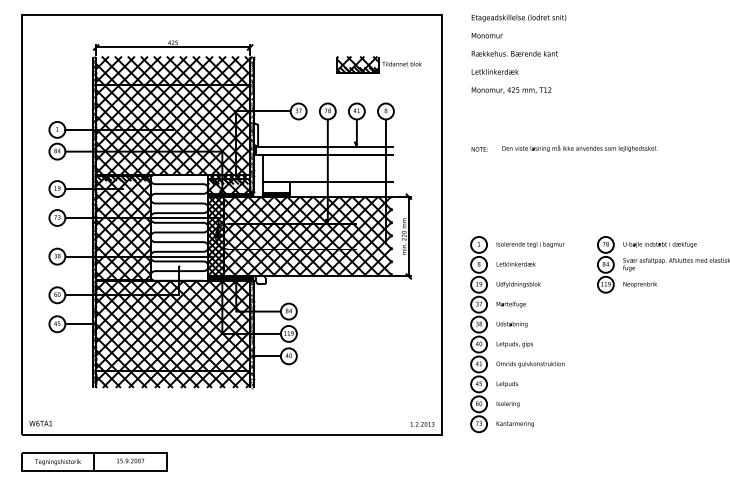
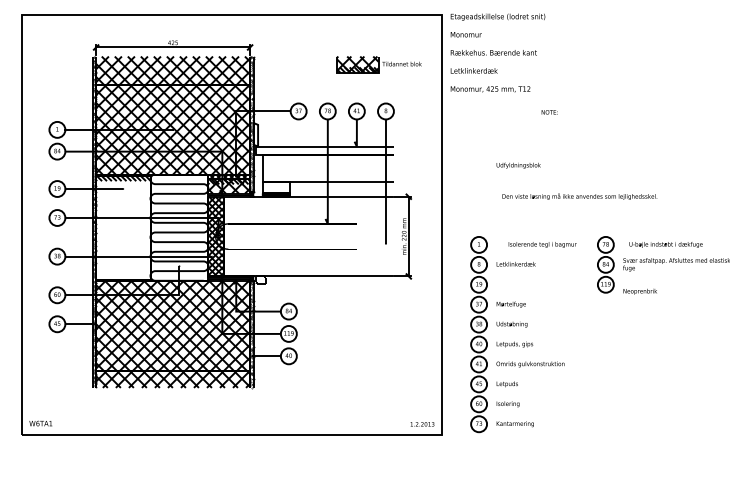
text at (518, 53) position: (518, 53) -> (497, 52)
text at (579, 148) position: (579, 148) -> (579, 196)
text at (479, 149) position: (479, 149) -> (549, 112)
hatch at (123, 227): present -> none
hatch at (308, 236): present -> none
text at (530, 244) position: (530, 244) -> (542, 244)
text at (659, 244) position: (659, 244) -> (665, 244)
text at (518, 284) position: (518, 284) -> (518, 165)
text at (639, 284) position: (639, 284) -> (639, 291)
part at (94, 461): present -> none
